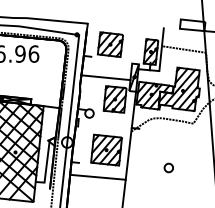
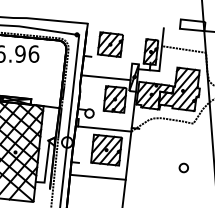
line at (103, 128): none -> present
part at (168, 167) position: (168, 167) -> (183, 167)
